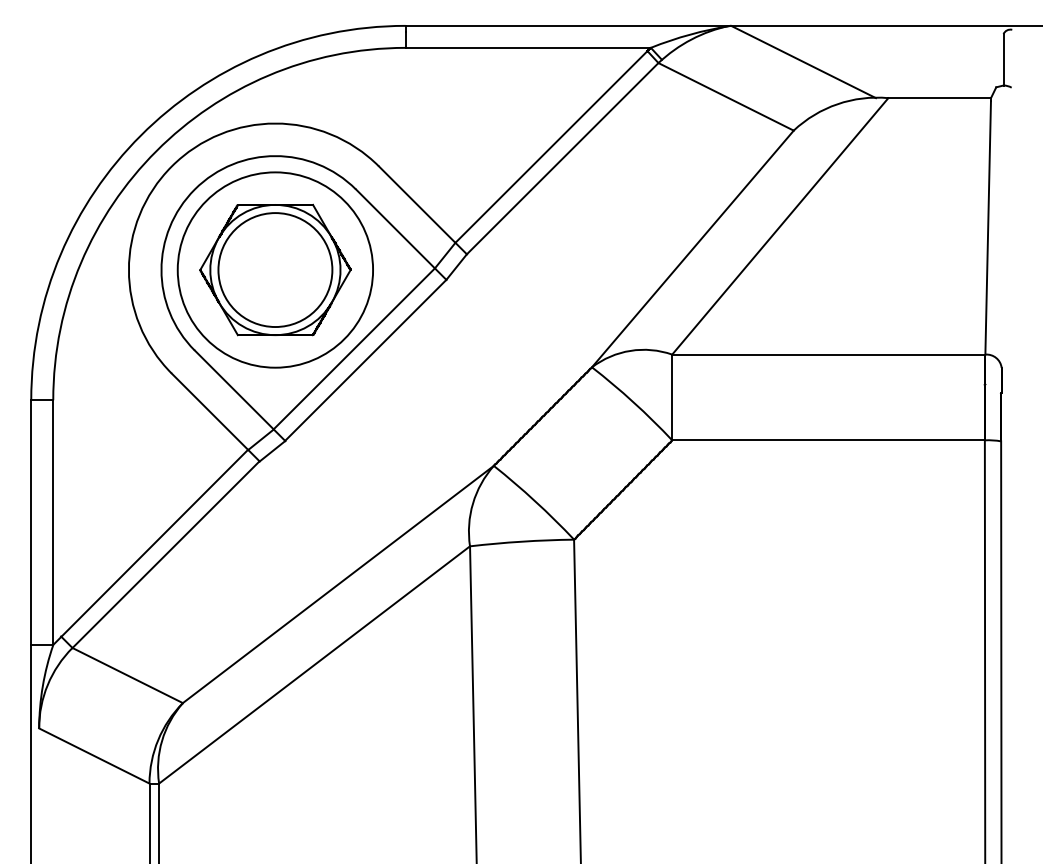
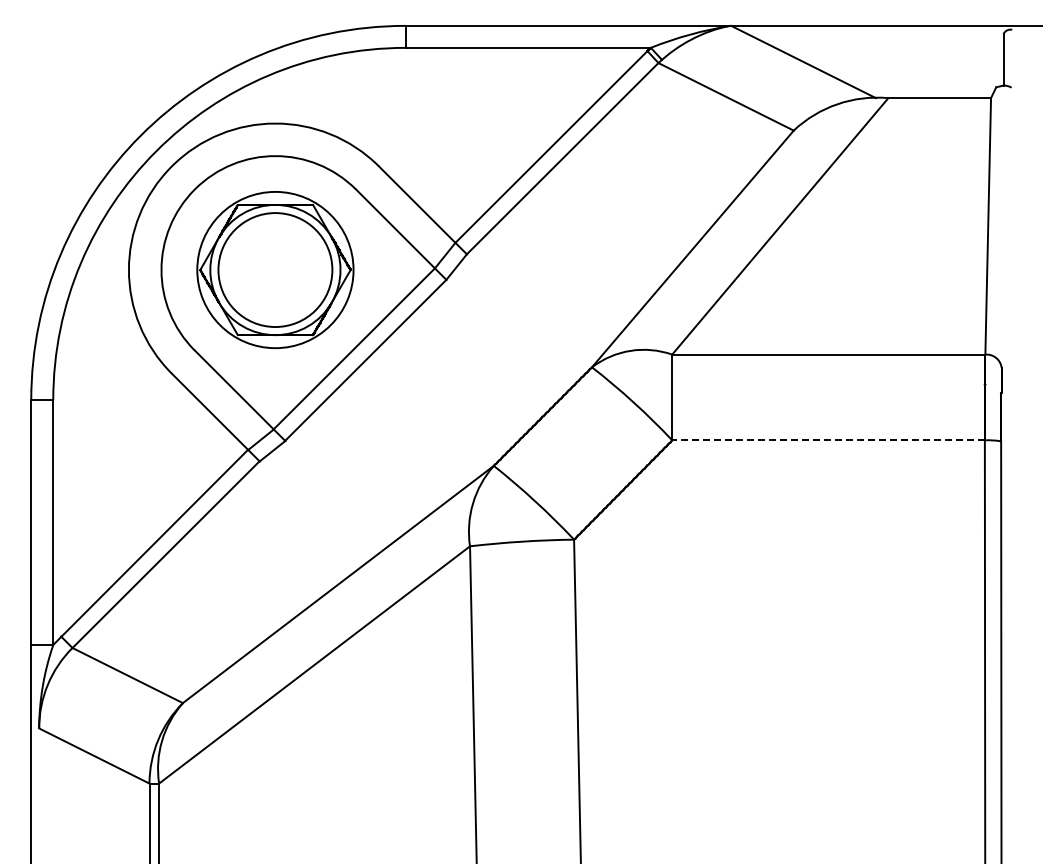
circle at (275, 269) diameter: 195 px -> 156 px
line at (828, 440): solid -> dashed
